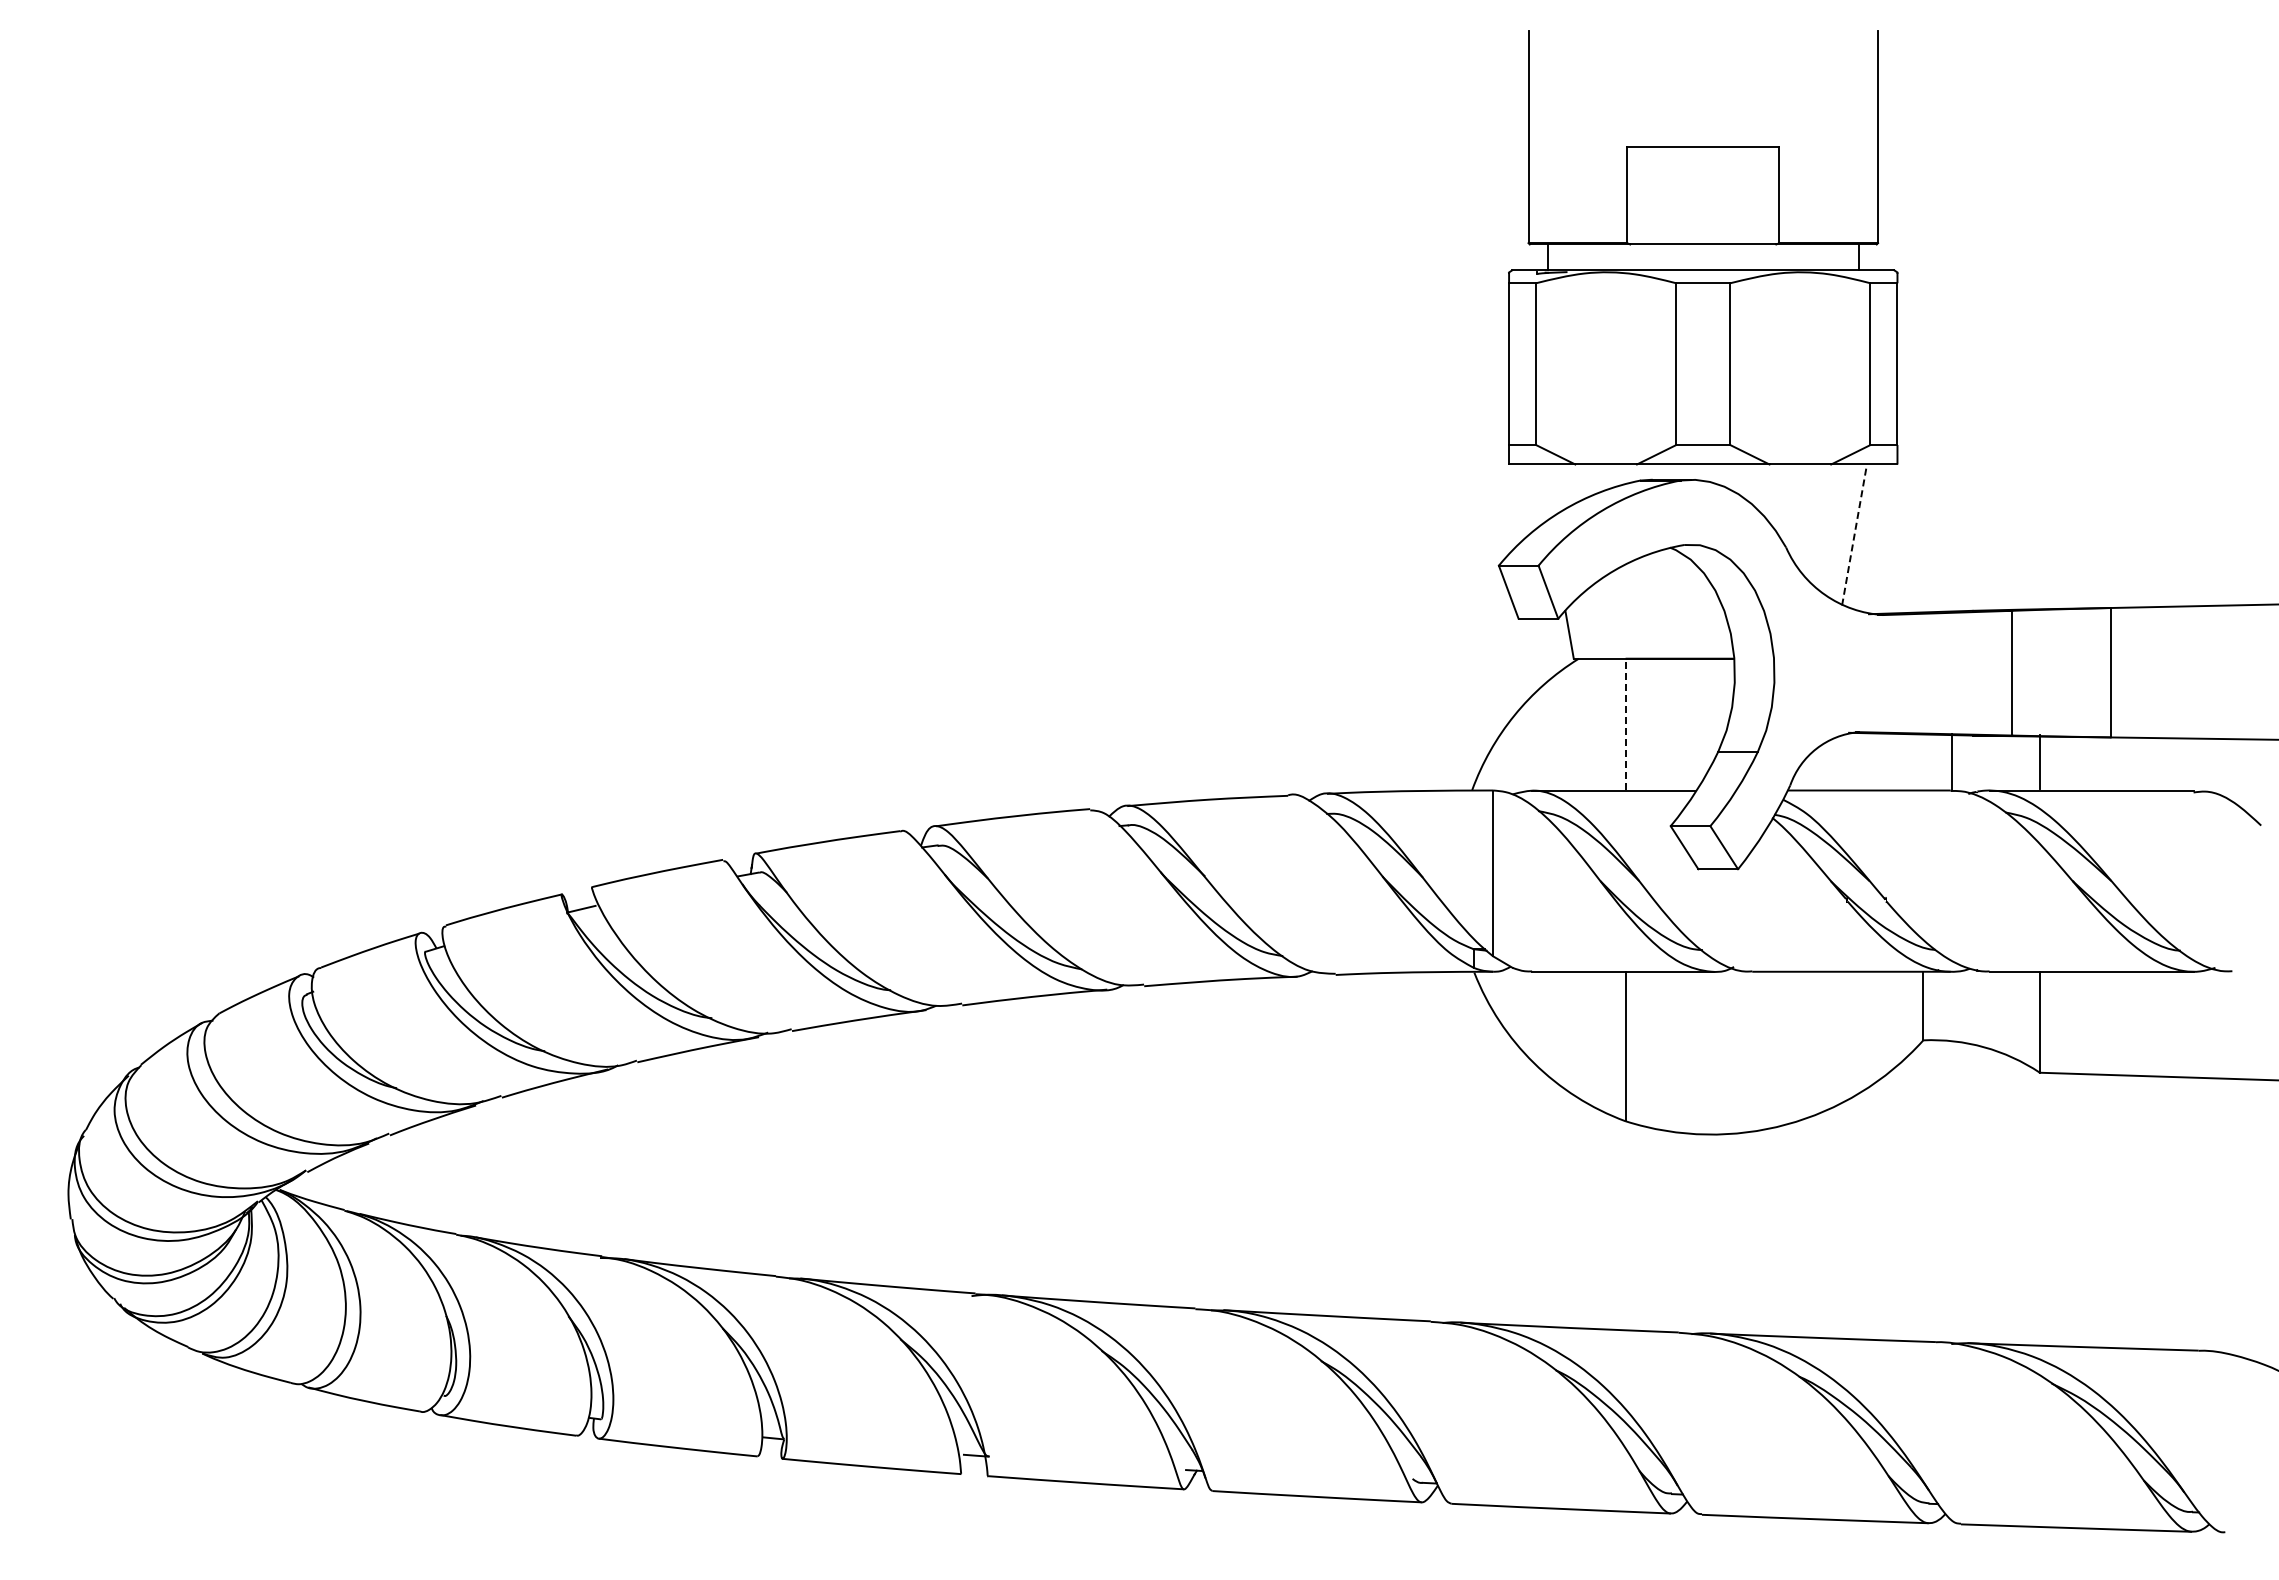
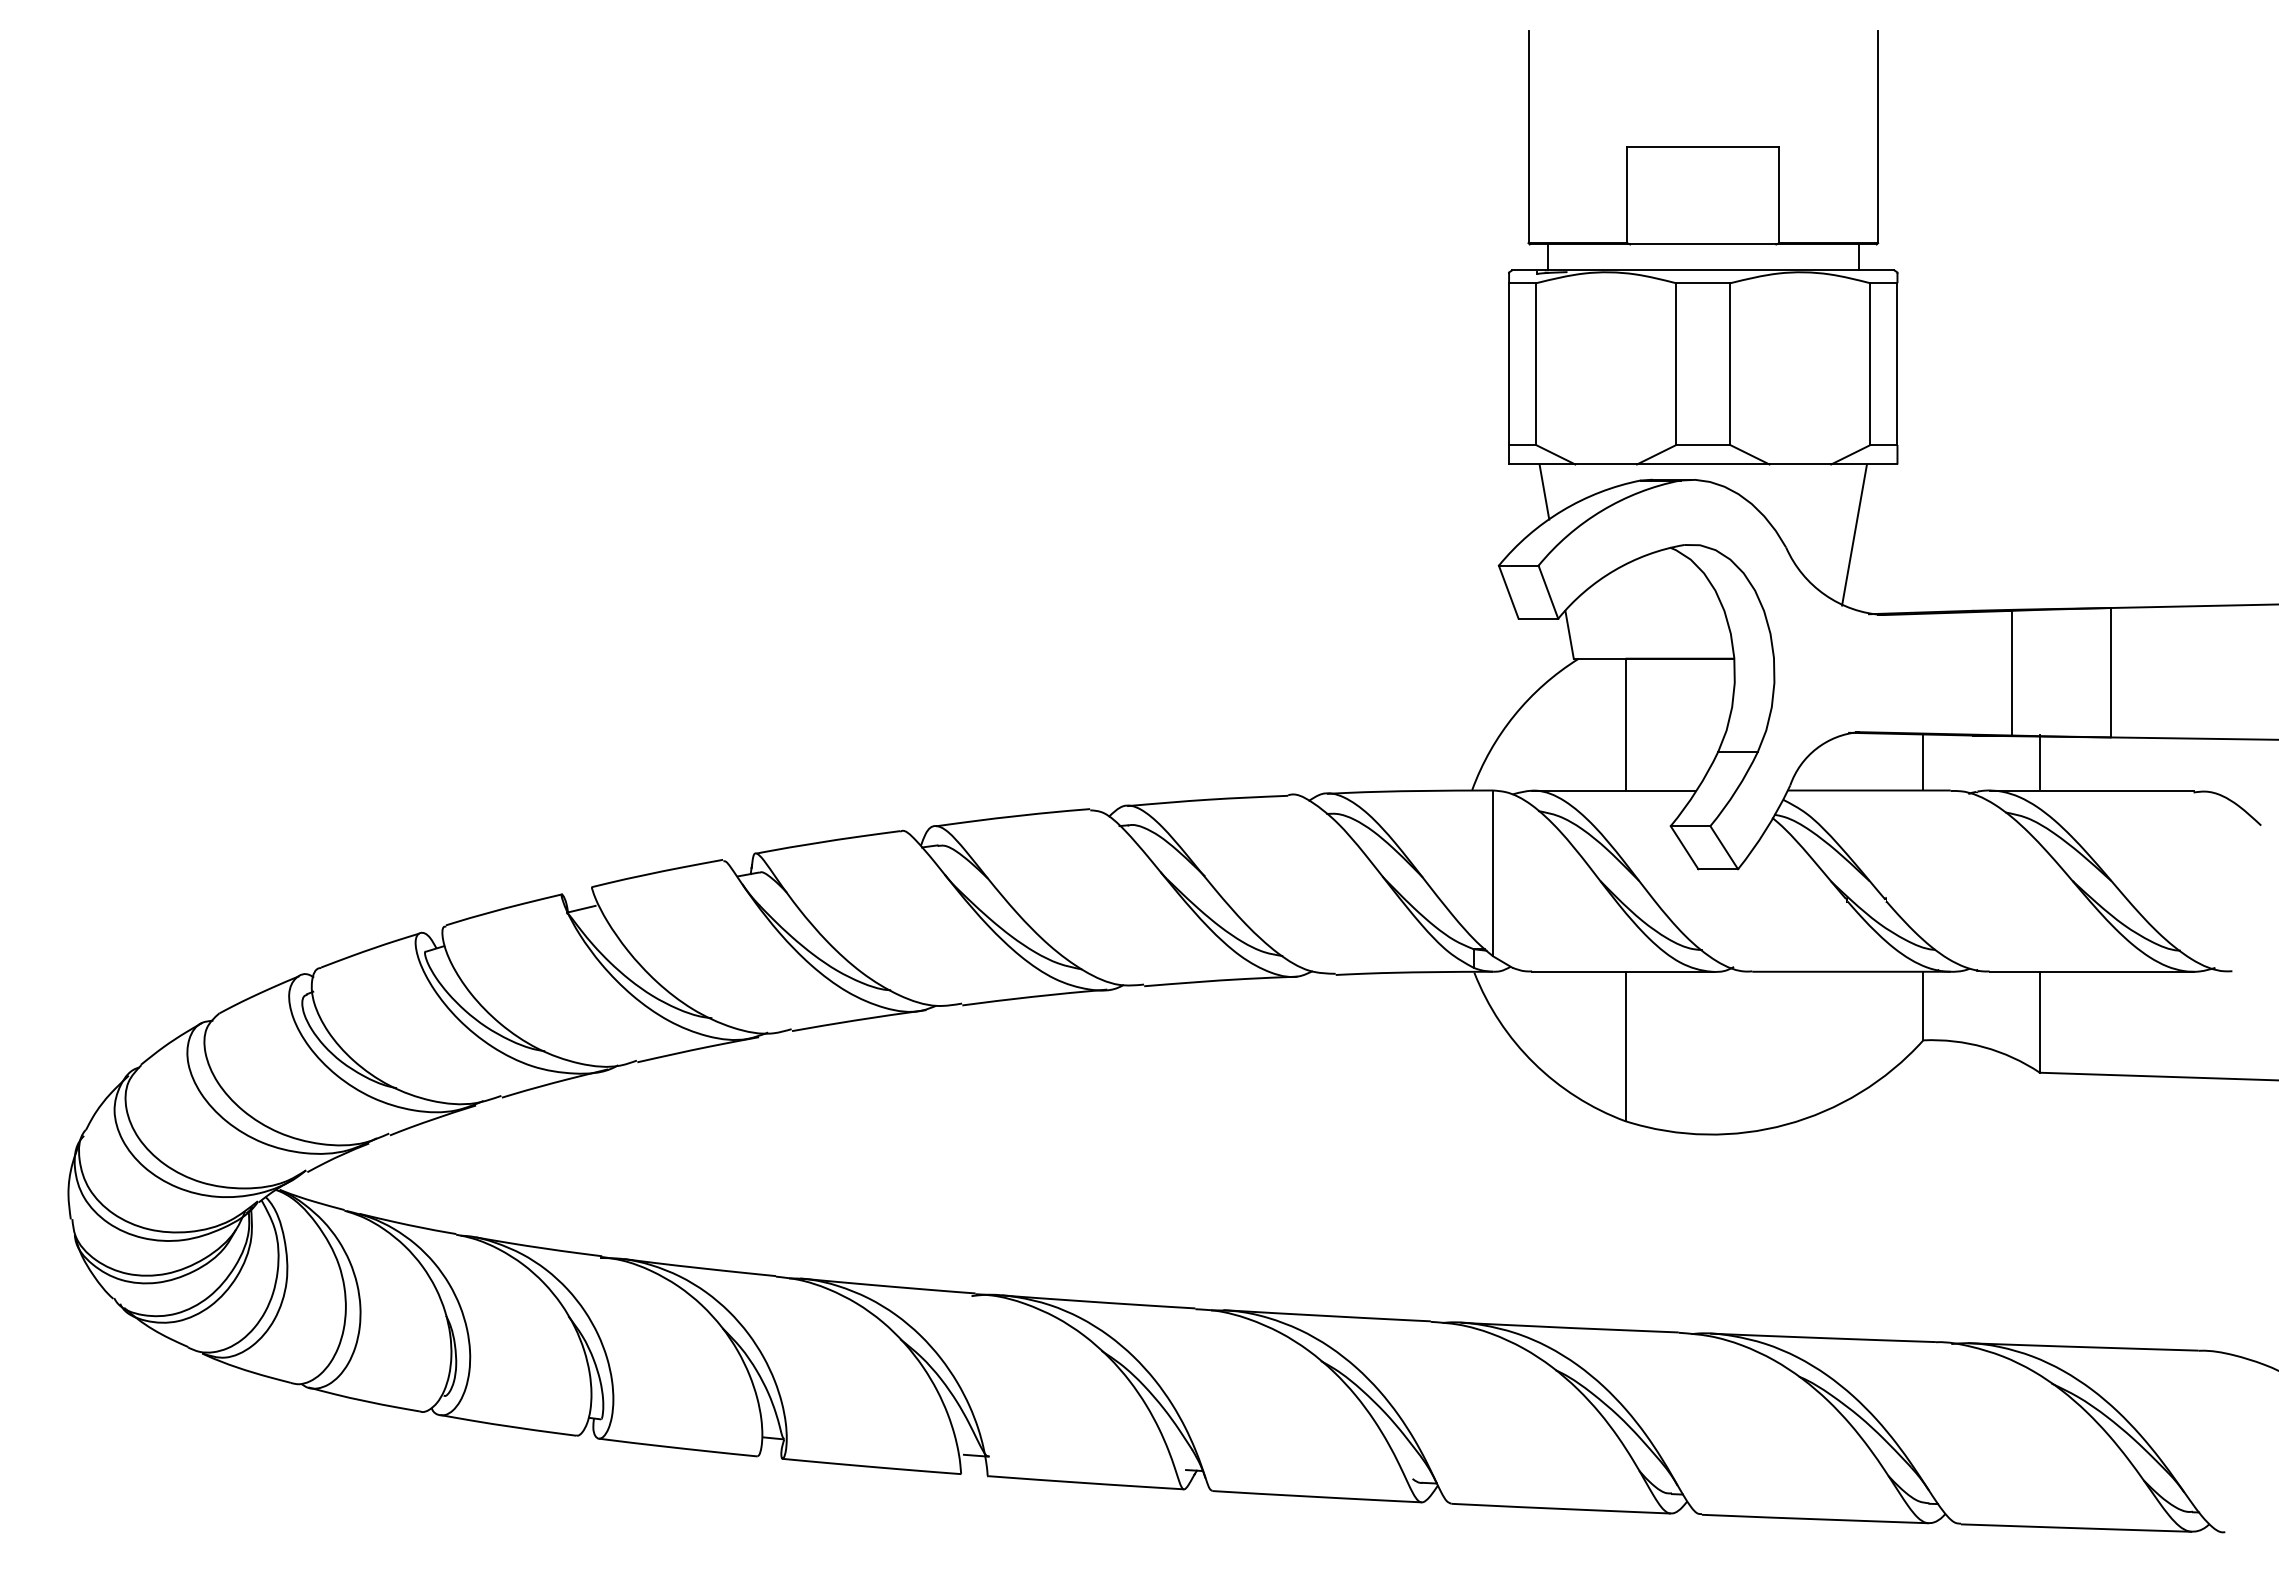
line at (1544, 491): none -> present
line at (1854, 535): dashed -> solid
line at (1625, 724): dashed -> solid
line at (1952, 761) position: (1952, 761) -> (1923, 761)
